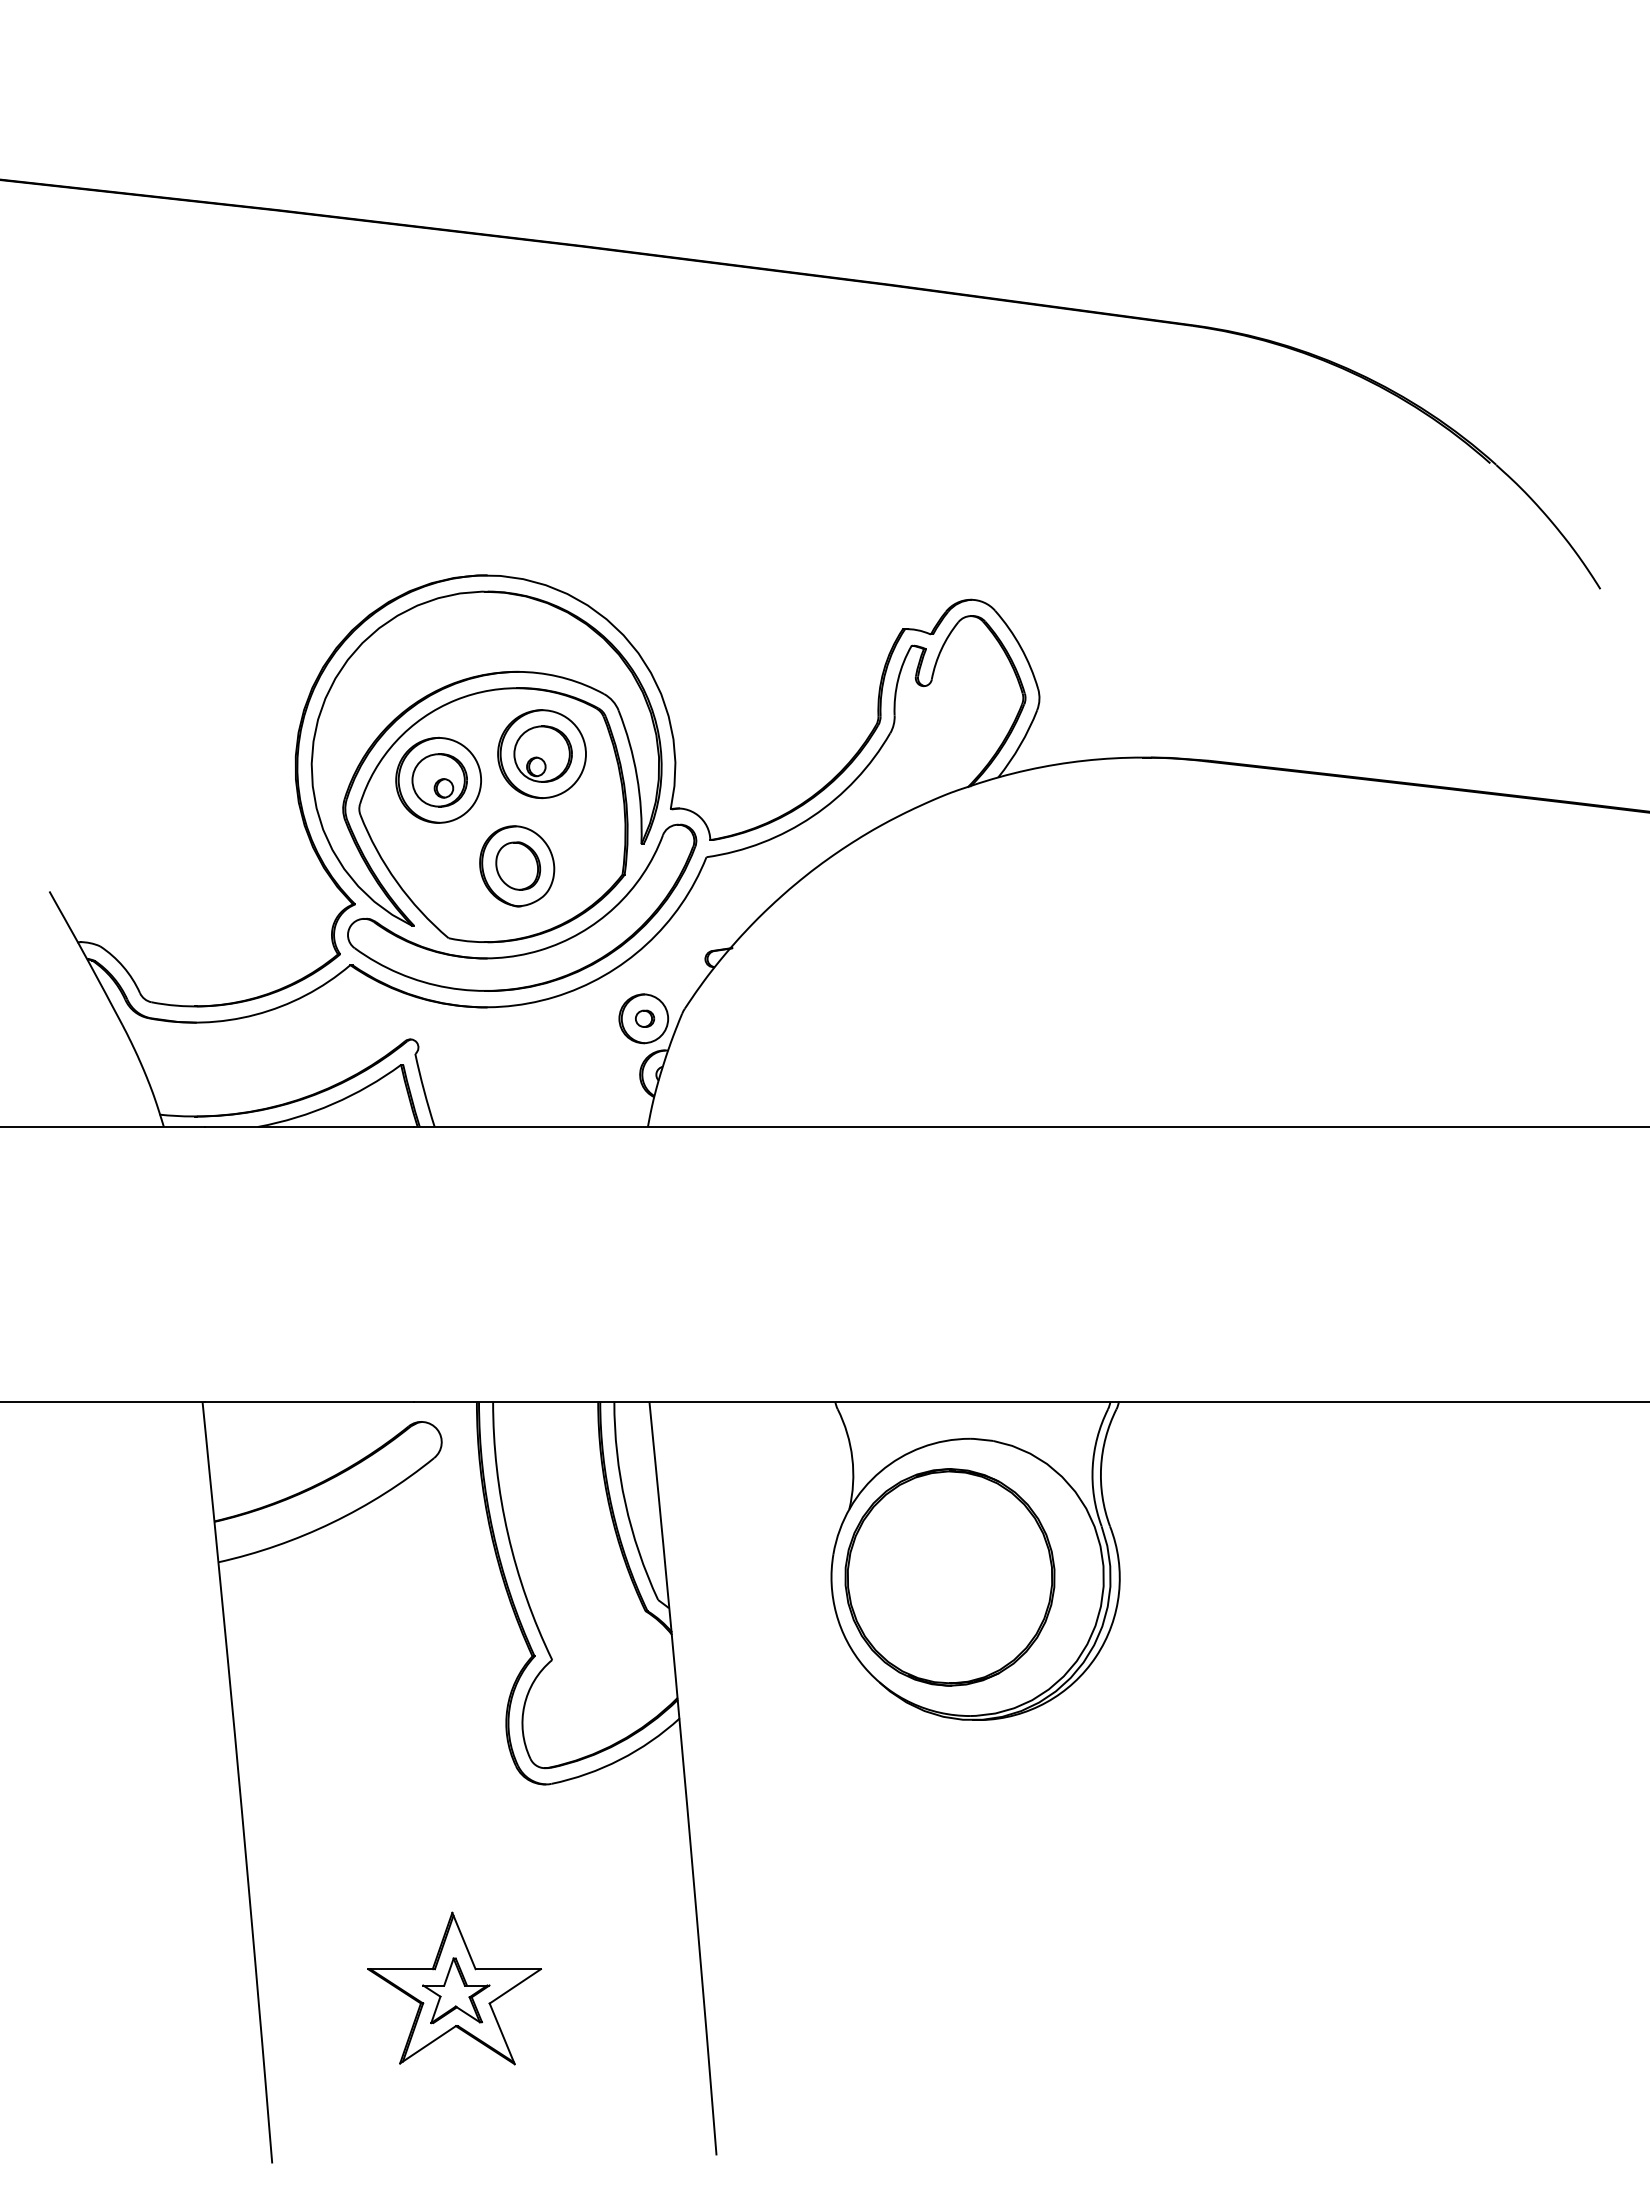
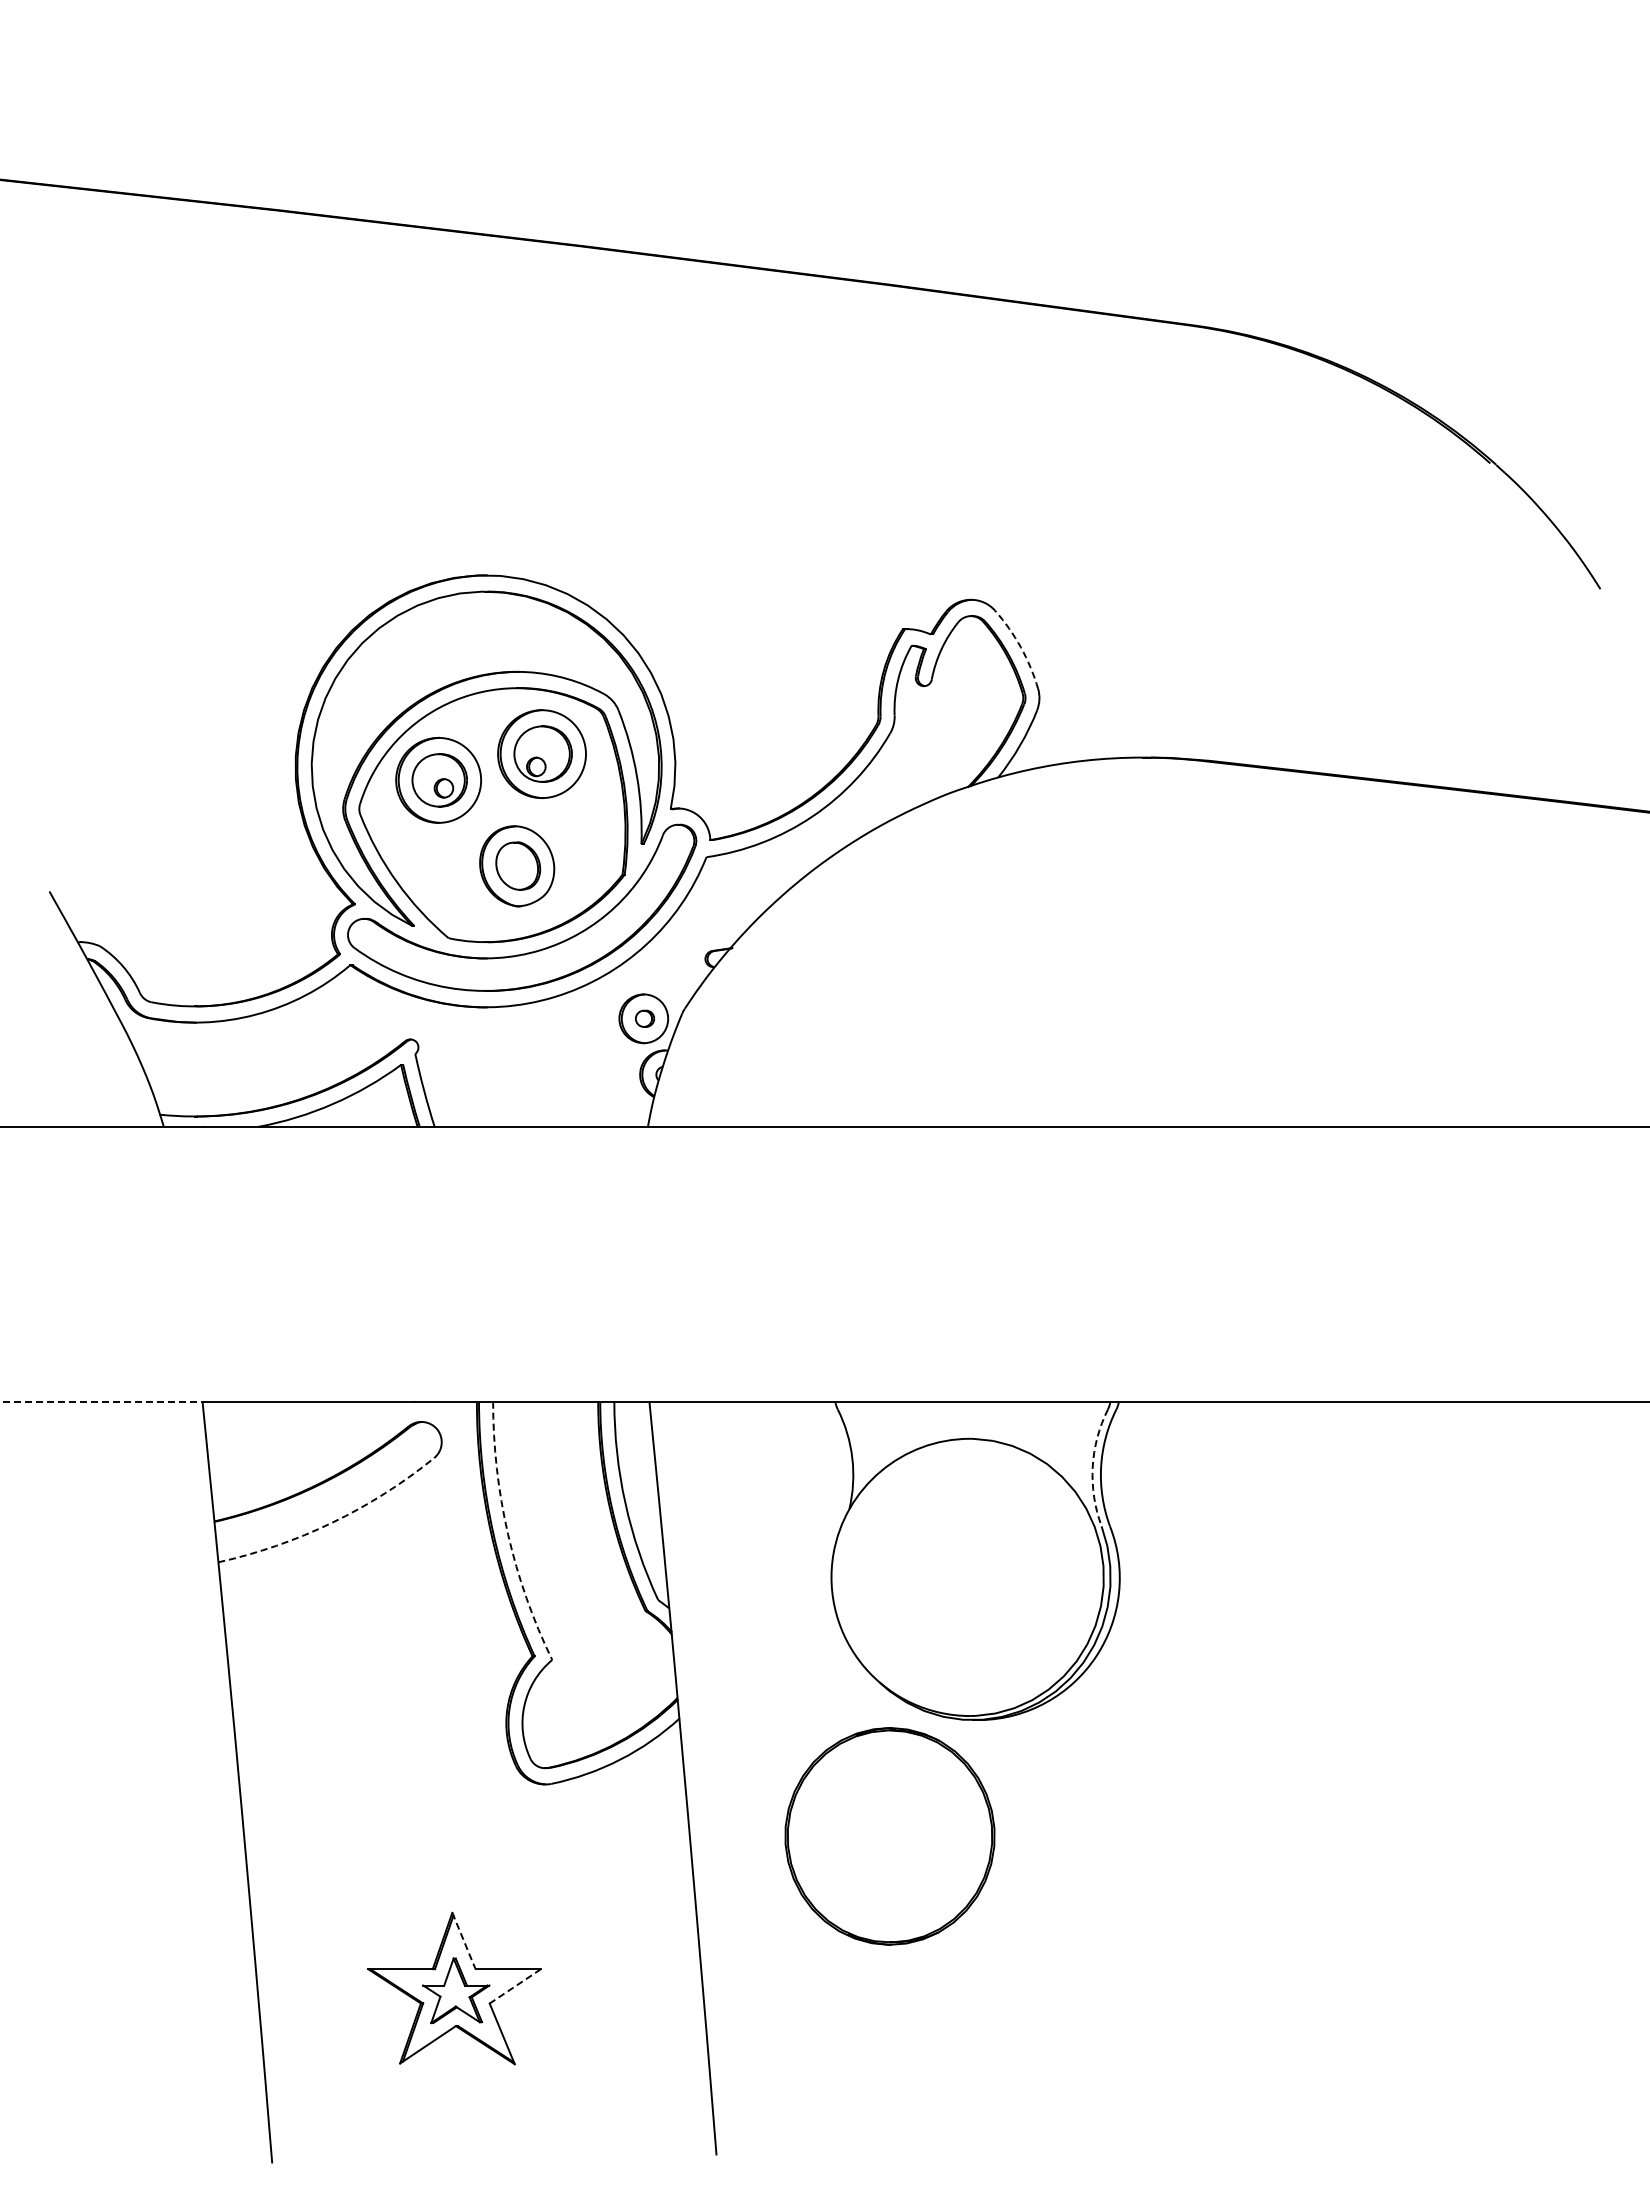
arc at (1020, 647): solid -> dashed
line at (102, 1401): solid -> dashed
arc at (1092, 1467): solid -> dashed
arc at (332, 1522): solid -> dashed
arc at (508, 1534): solid -> dashed
part at (949, 1577) position: (949, 1577) -> (889, 1836)
line at (464, 1941): solid -> dashed
line at (515, 1986): solid -> dashed
